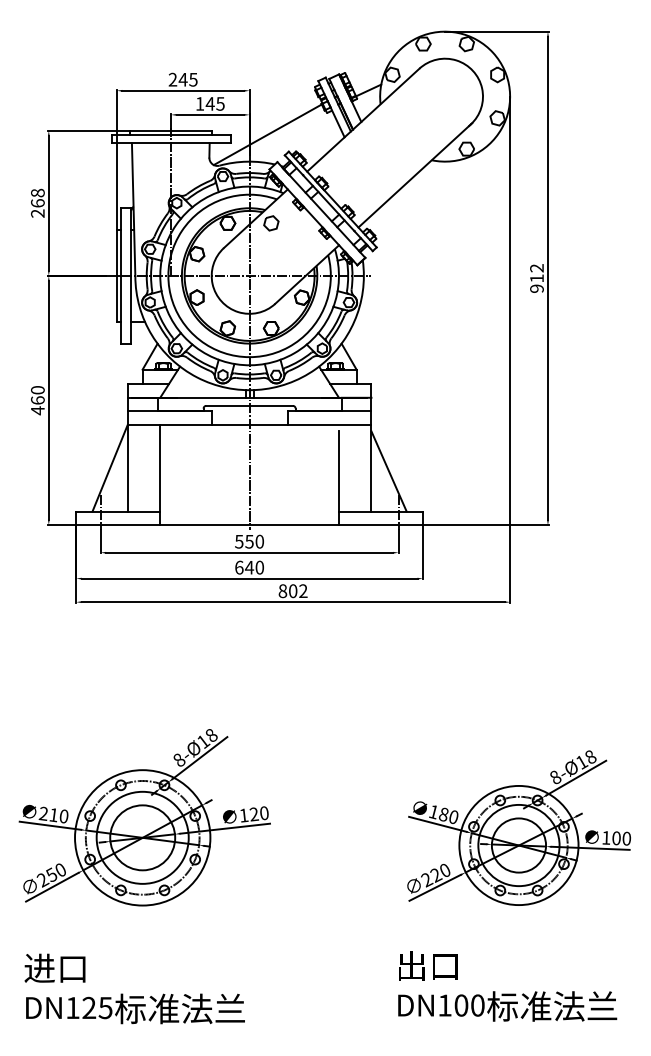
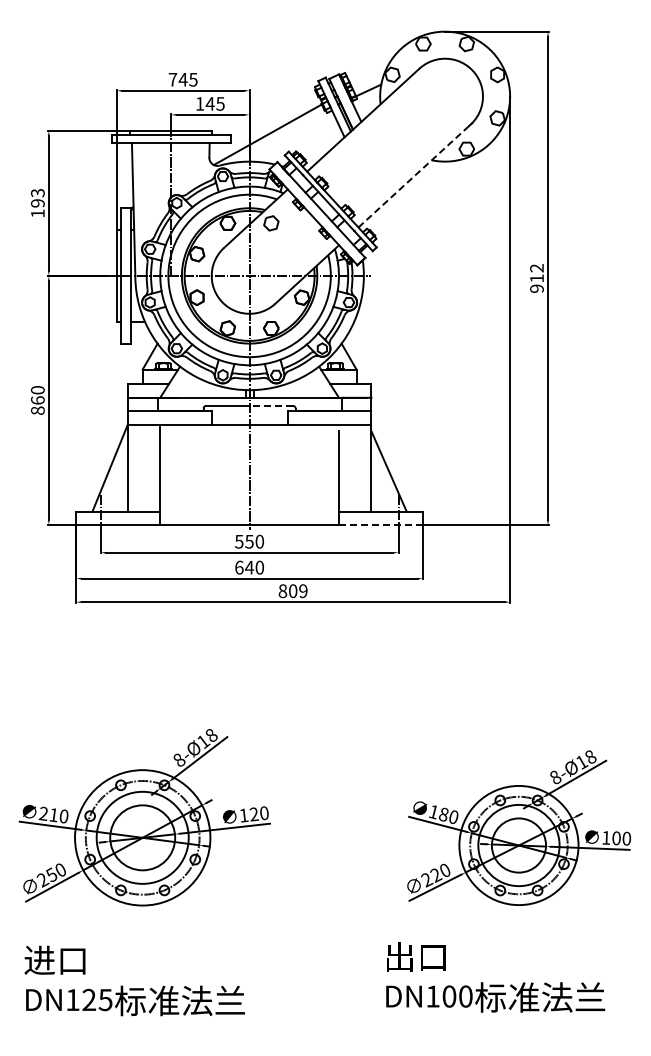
text at (172, 79): 245 -> 745
line at (414, 175): solid -> dashed
text at (37, 202): 268 -> 193
line at (271, 405): solid -> dashed
text at (37, 410): 460 -> 860
line at (380, 525): solid -> dashed
text at (303, 591): 802 -> 809
text at (507, 986) position: (507, 986) -> (495, 977)
text at (134, 988) position: (134, 988) -> (134, 980)
